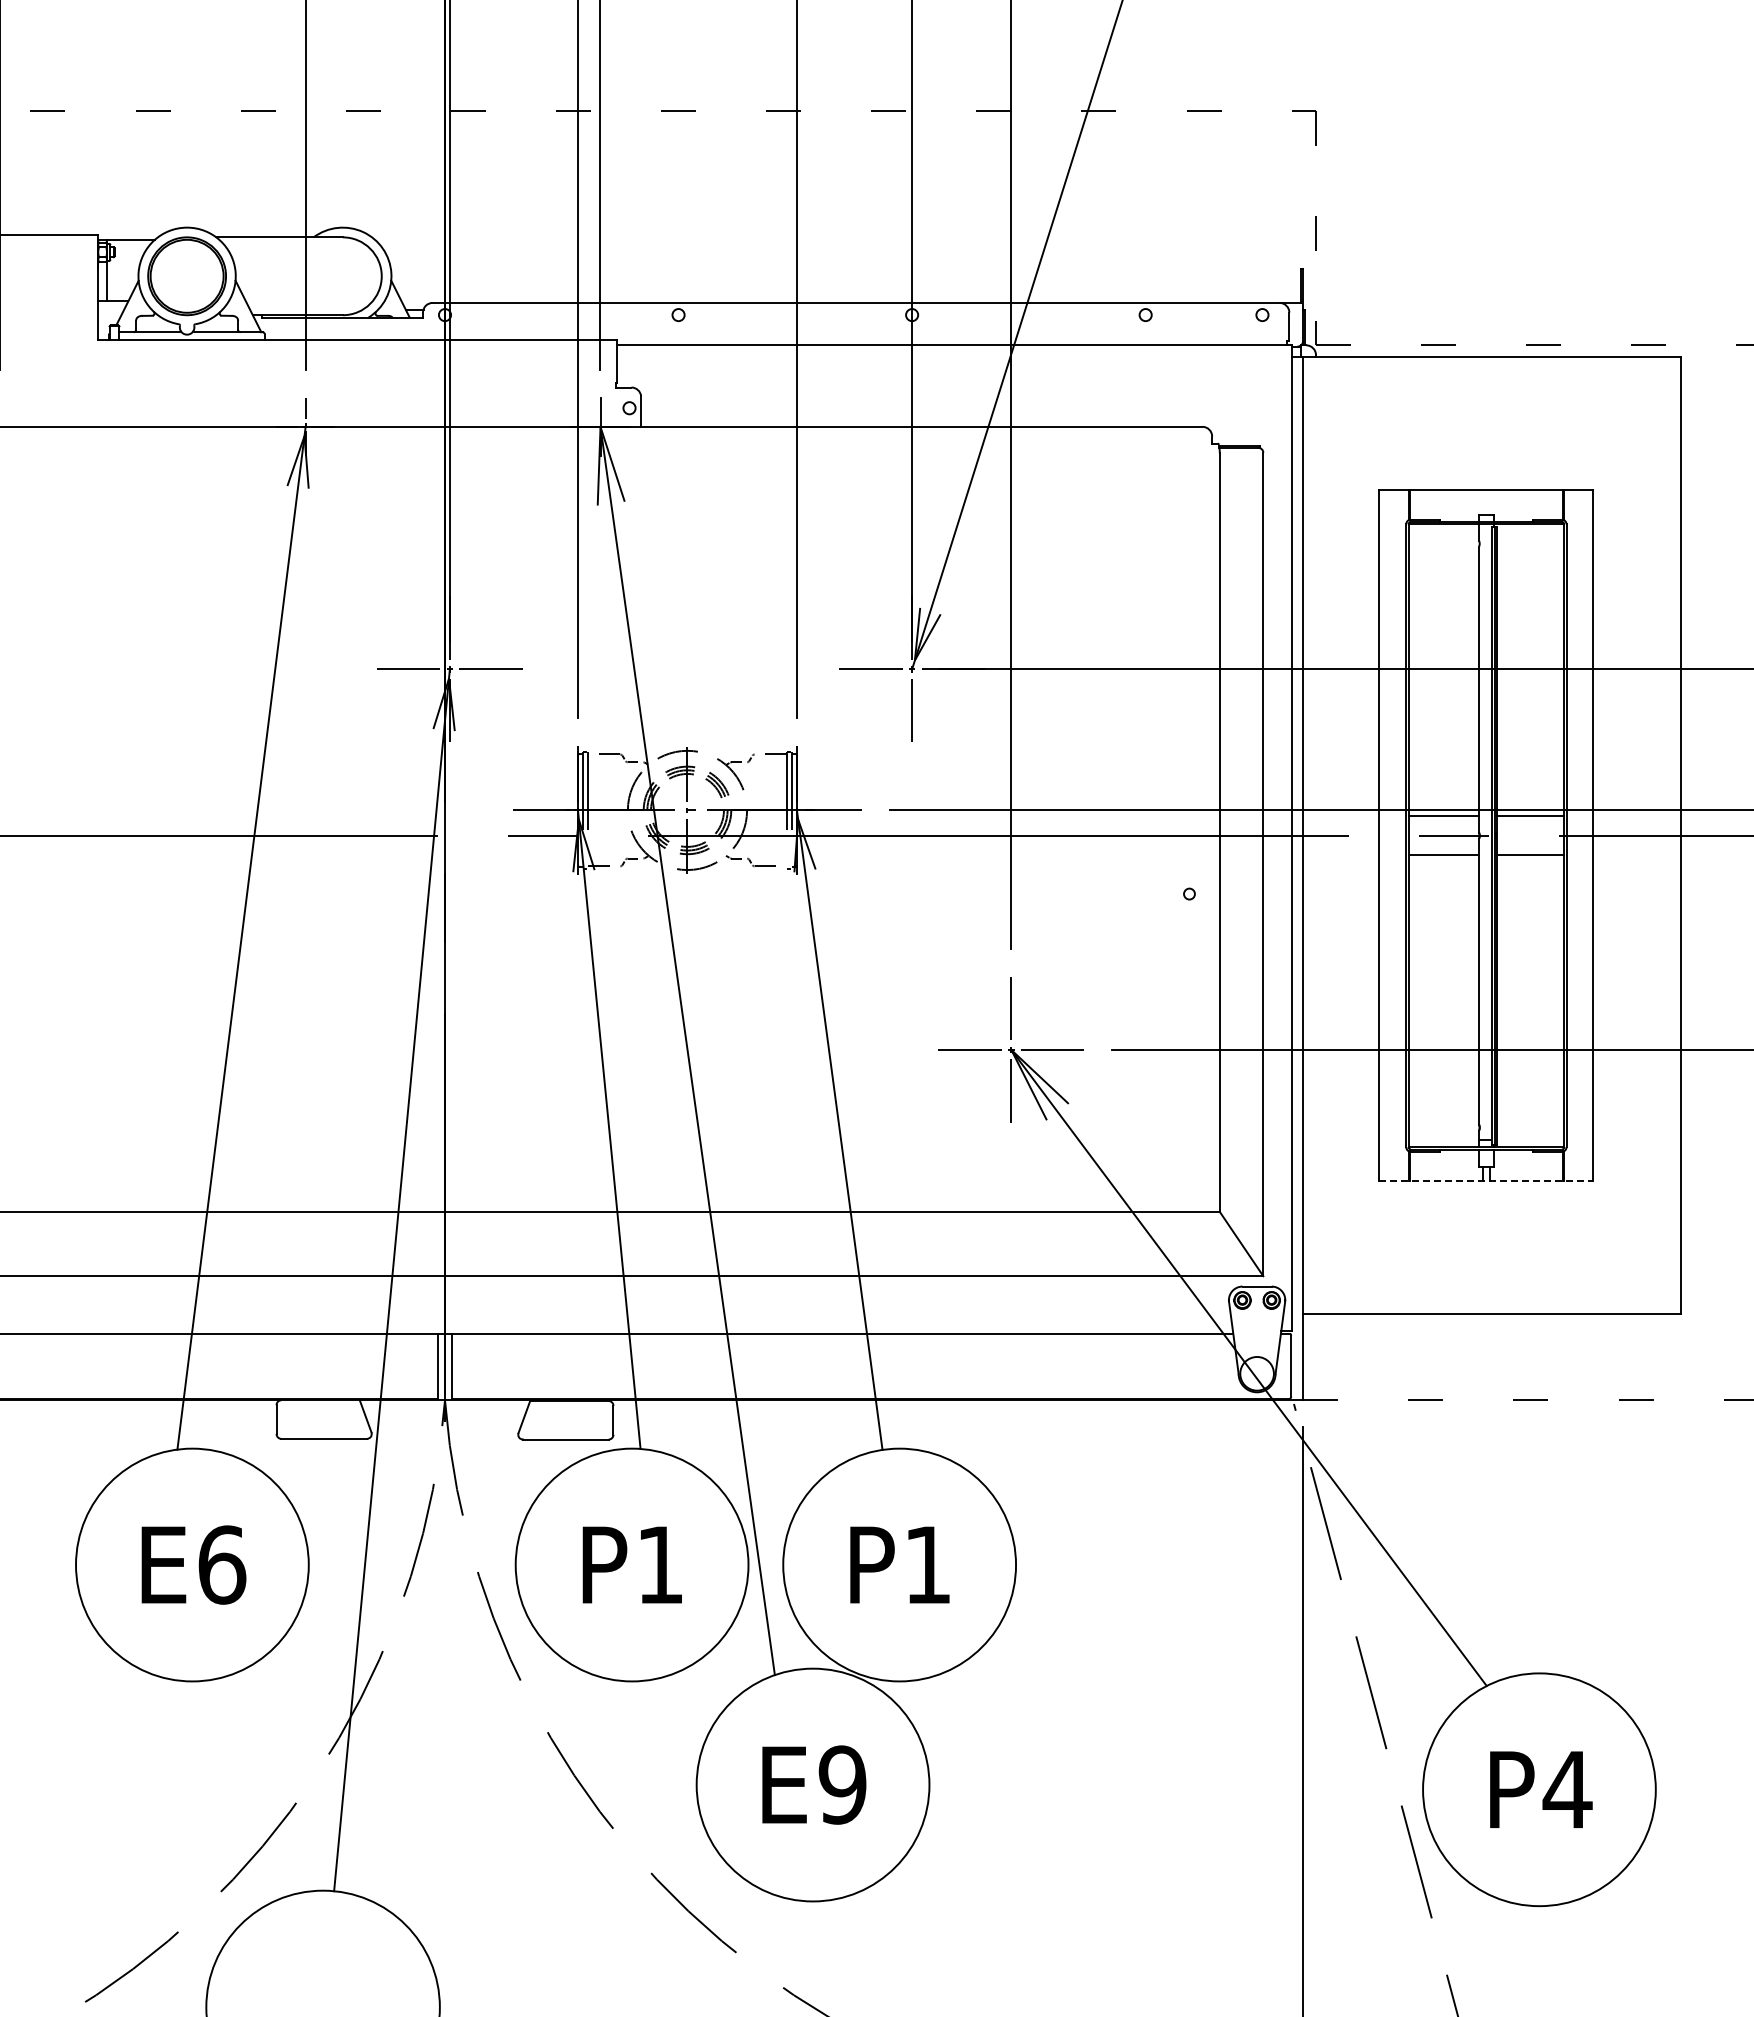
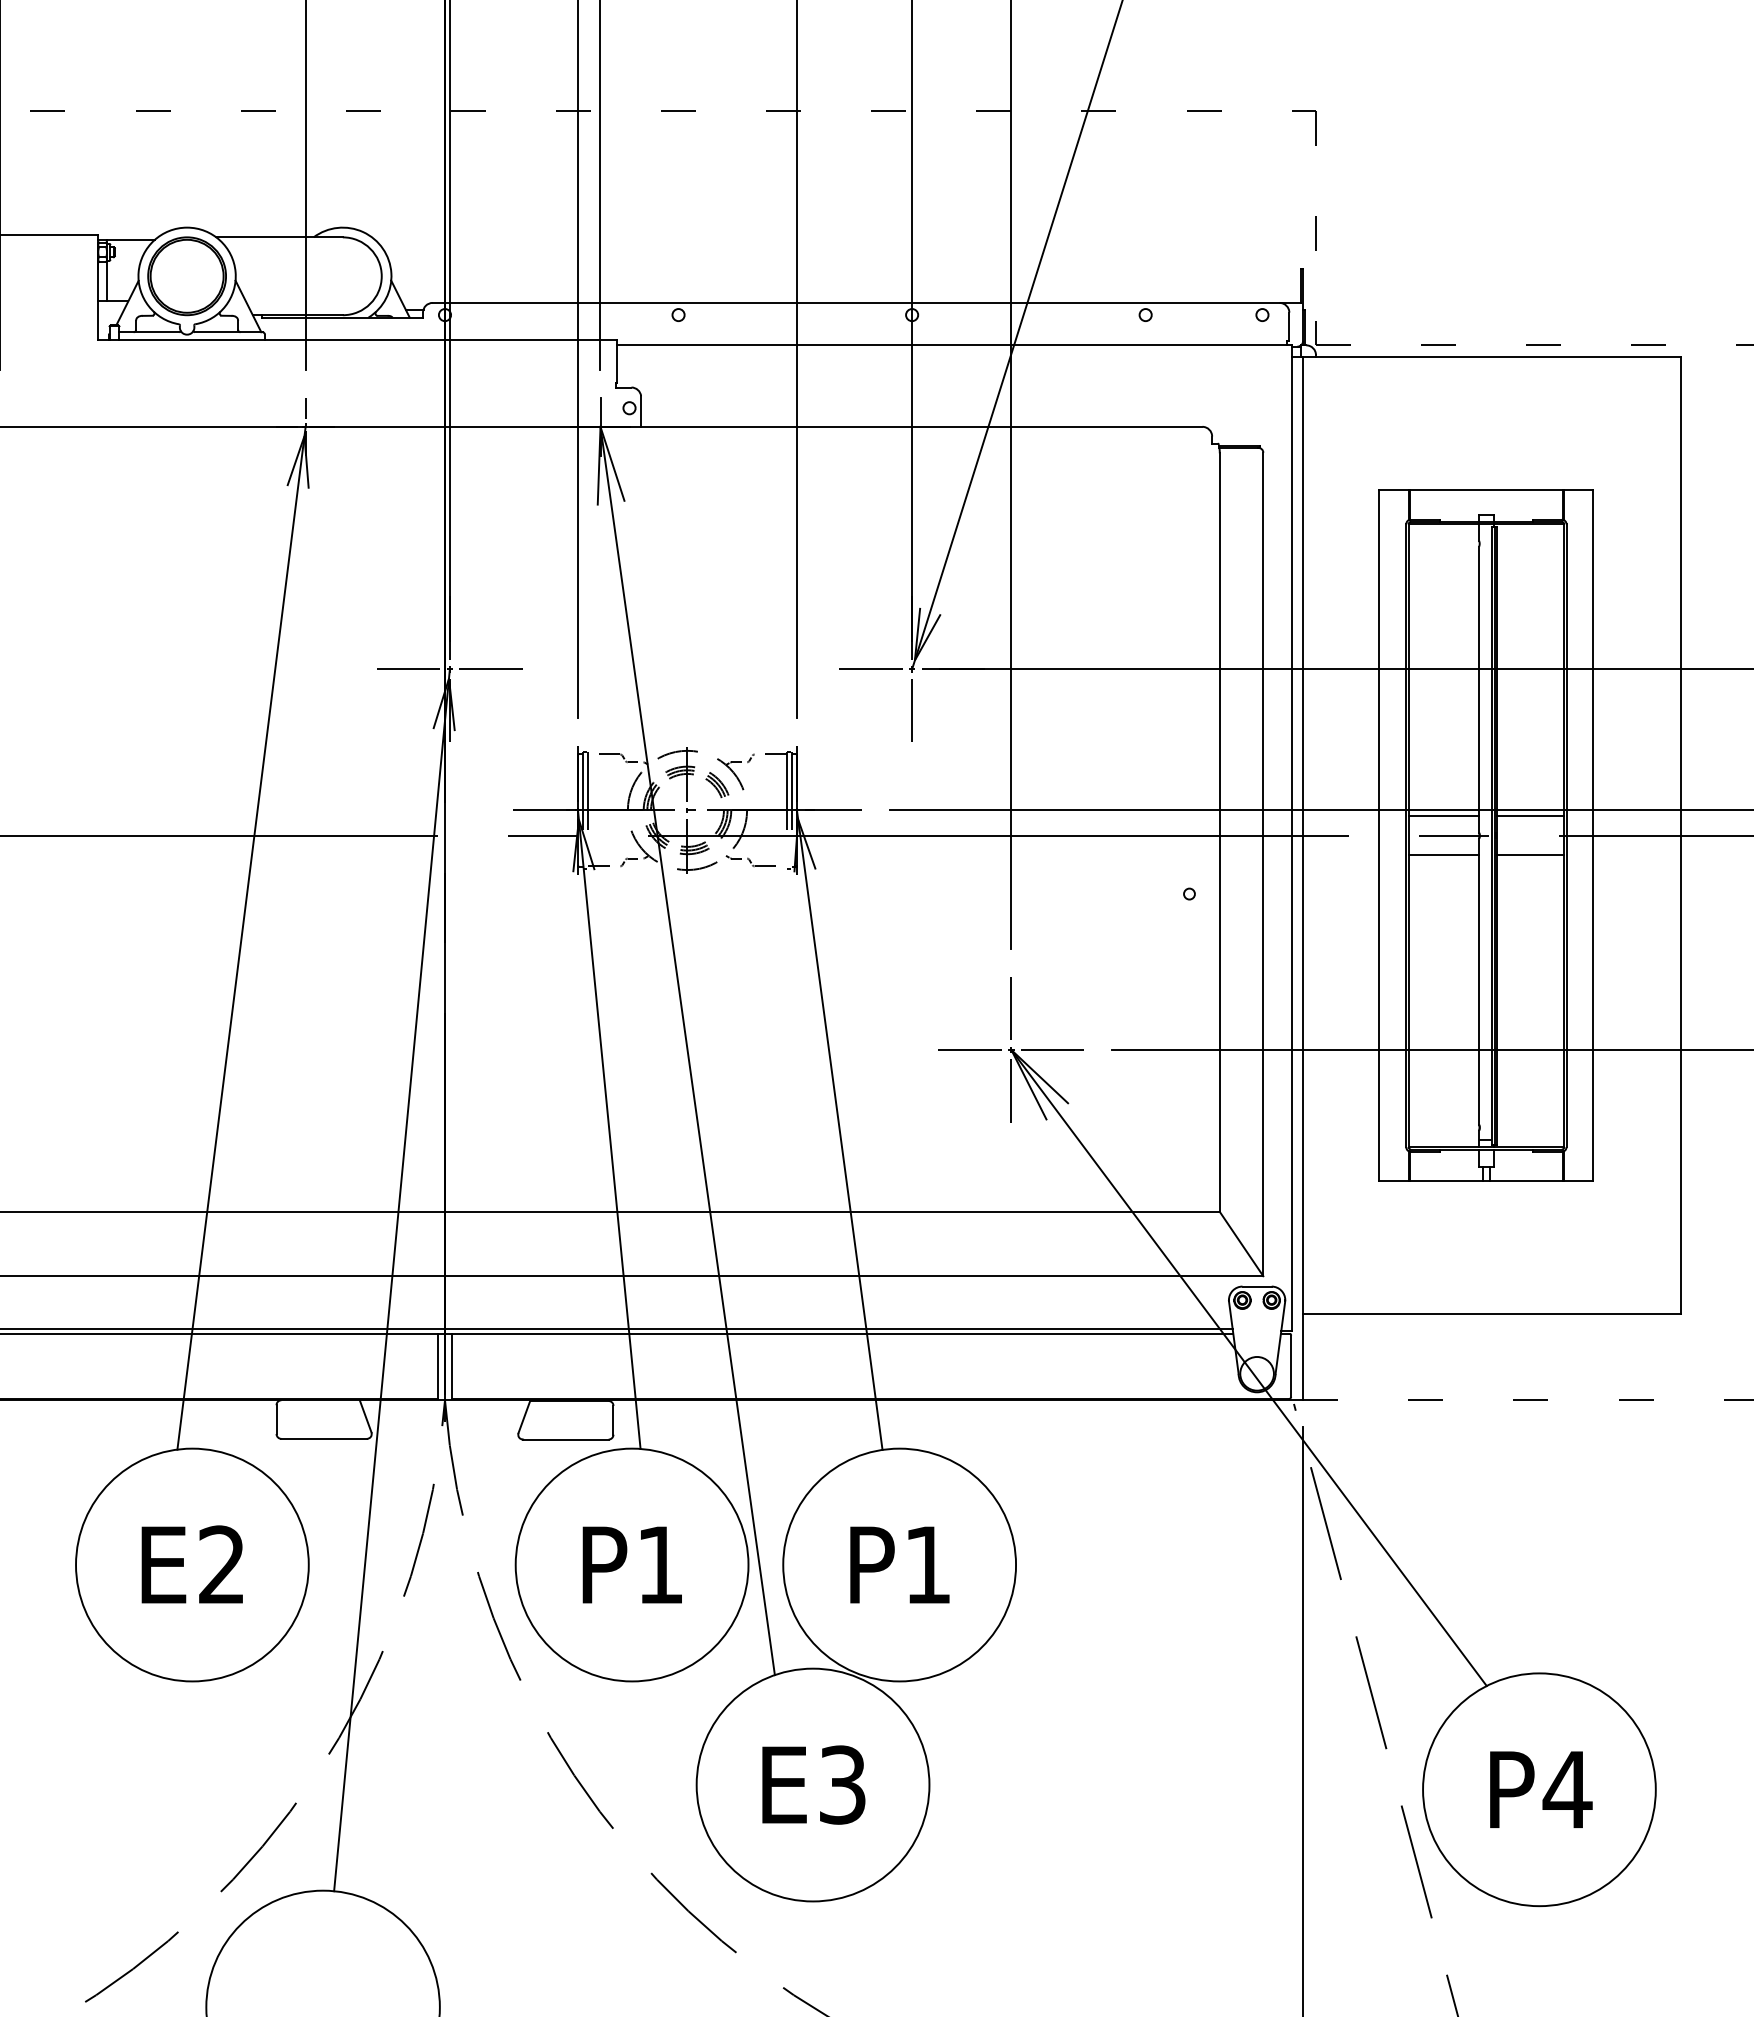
line at (1486, 1181): dashed -> solid
line at (617, 1328): none -> present
text at (222, 1564): E6 -> E2
text at (842, 1784): E9 -> E3
